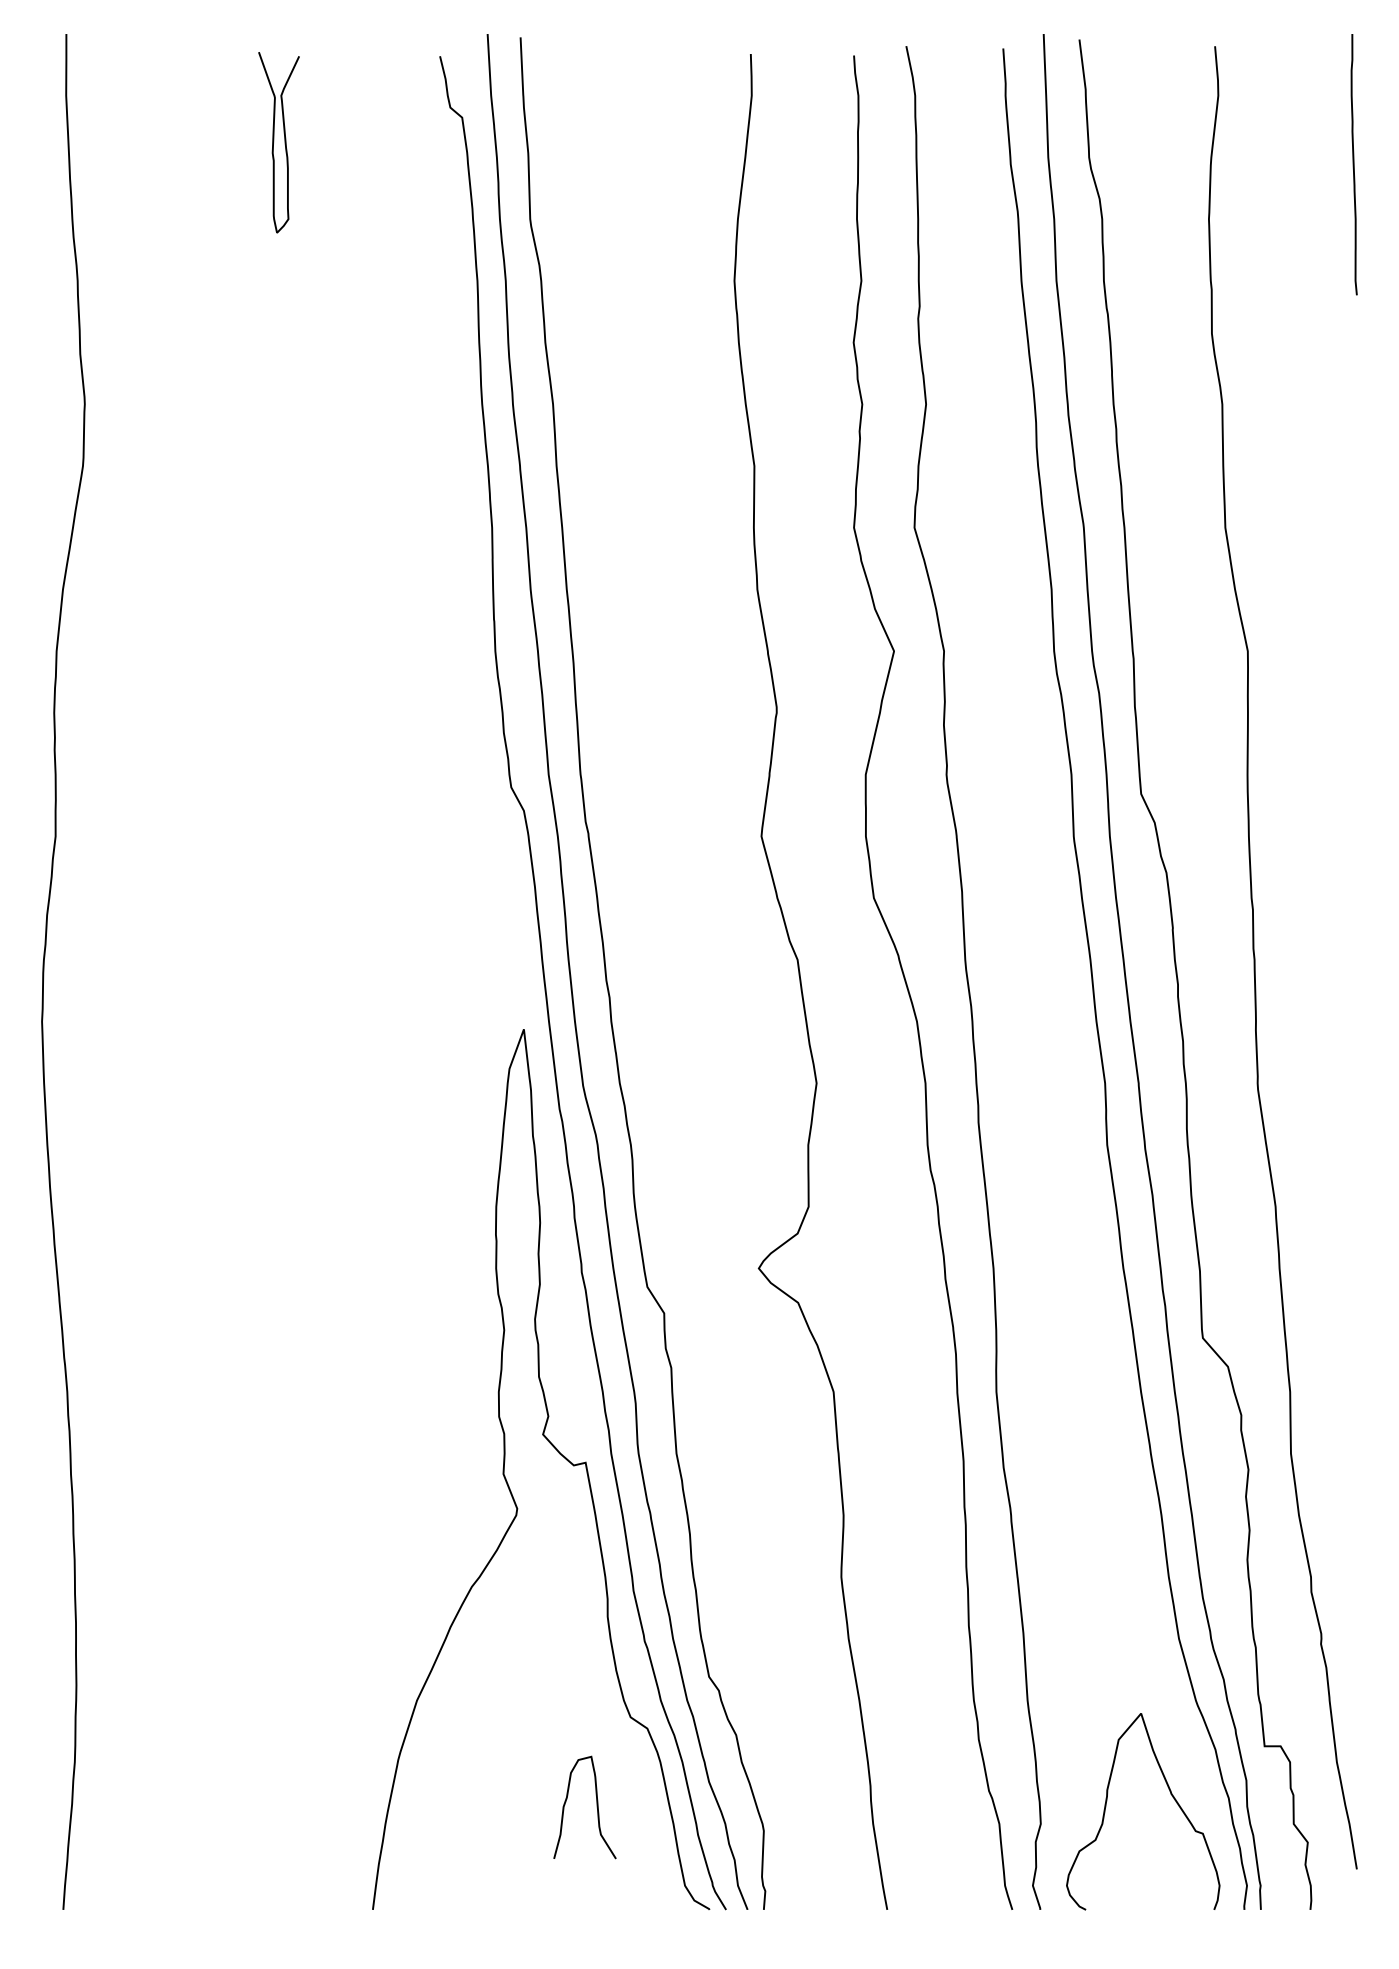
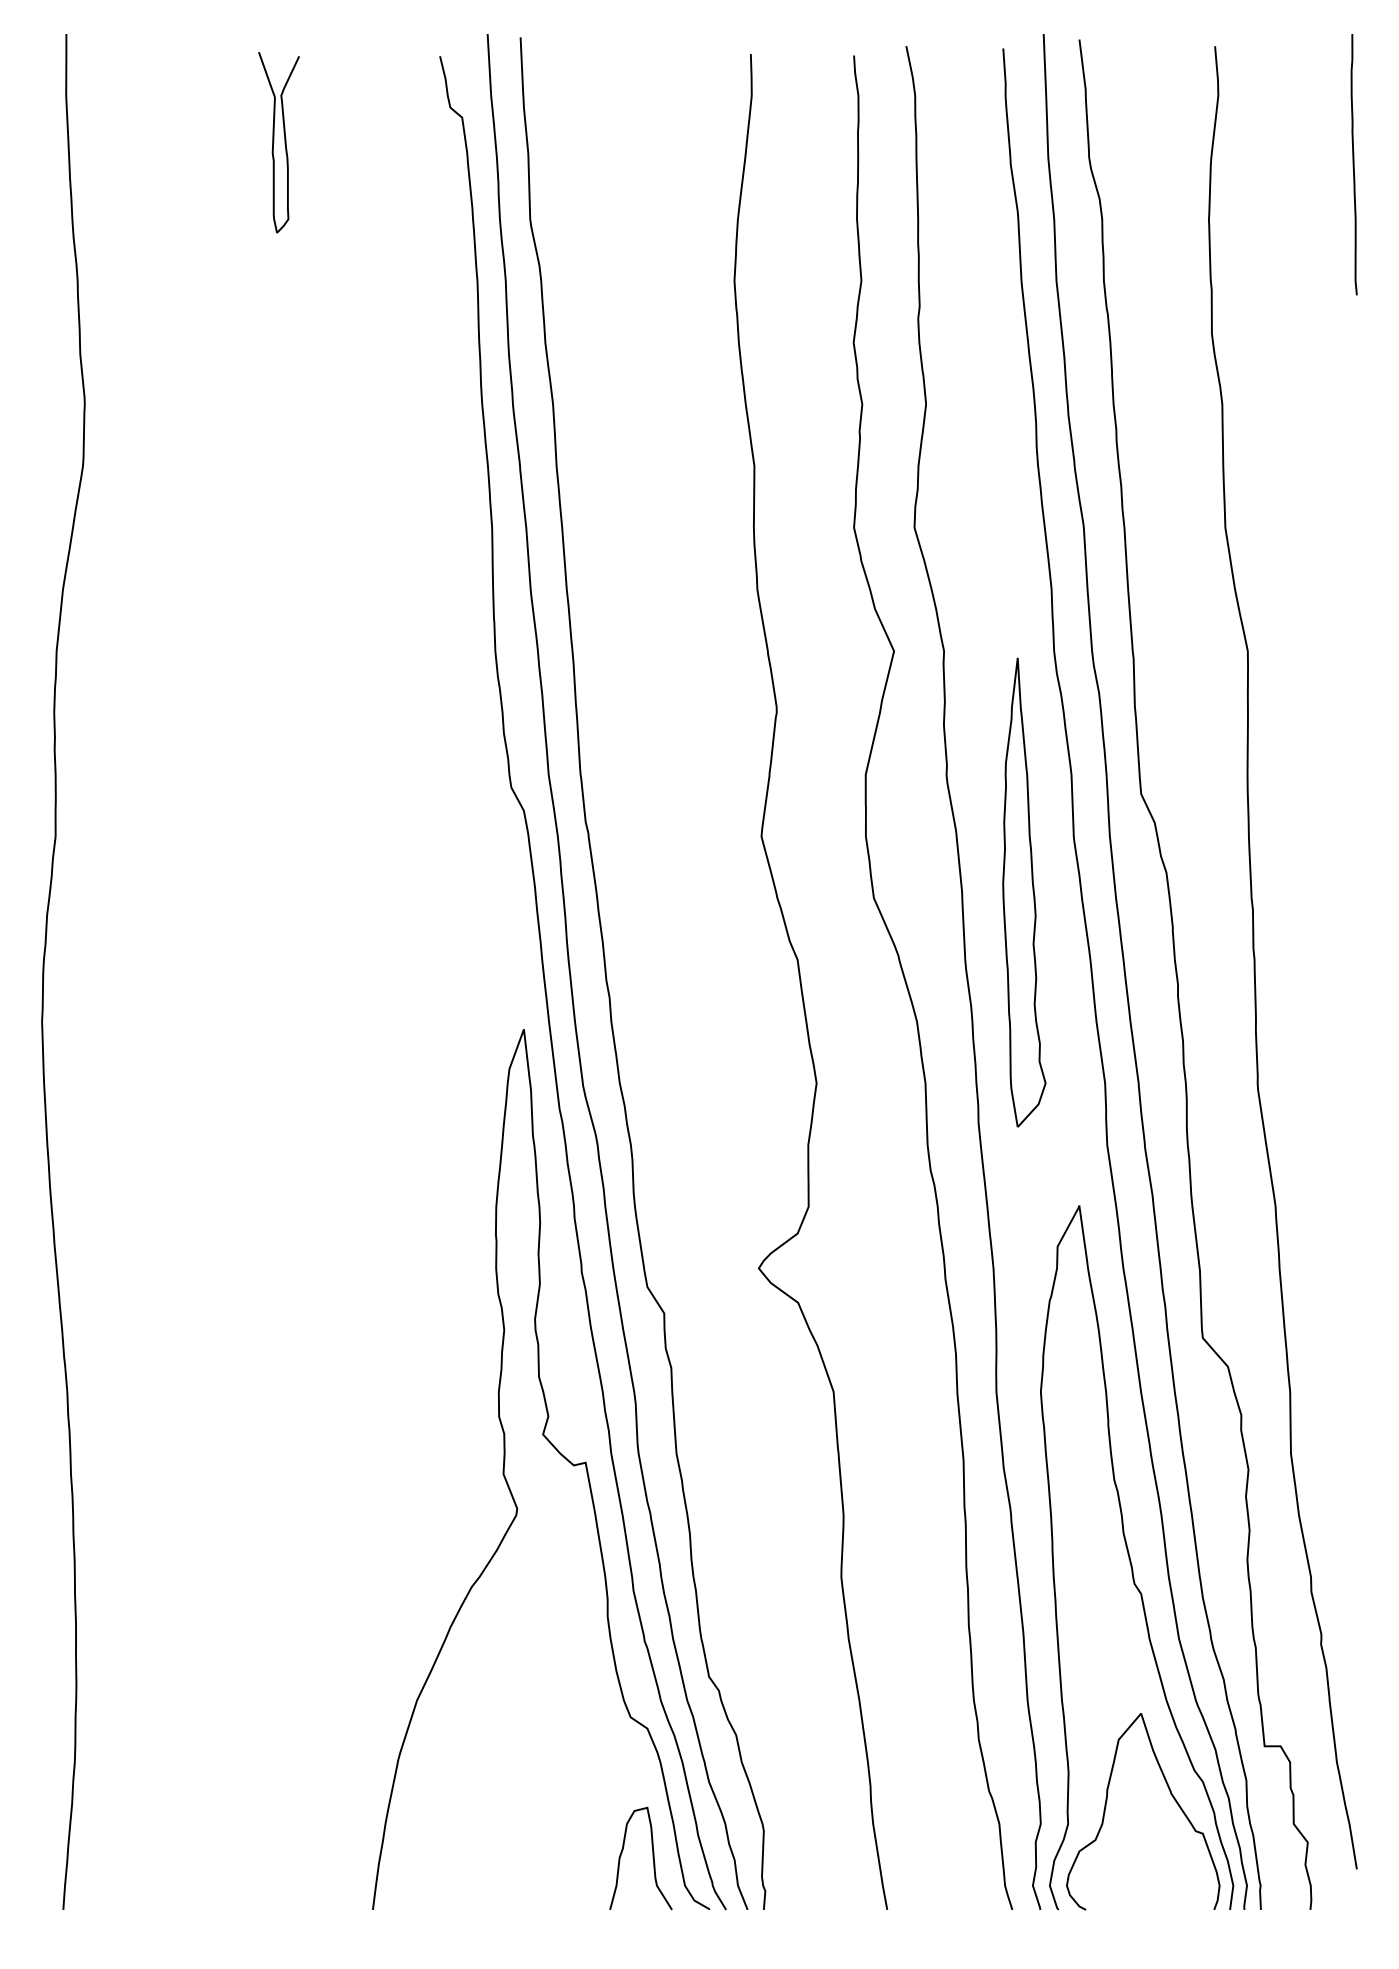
part at (1024, 892): none -> present
curve at (1131, 1560): none -> present
curve at (596, 1807) position: (596, 1807) -> (652, 1858)
